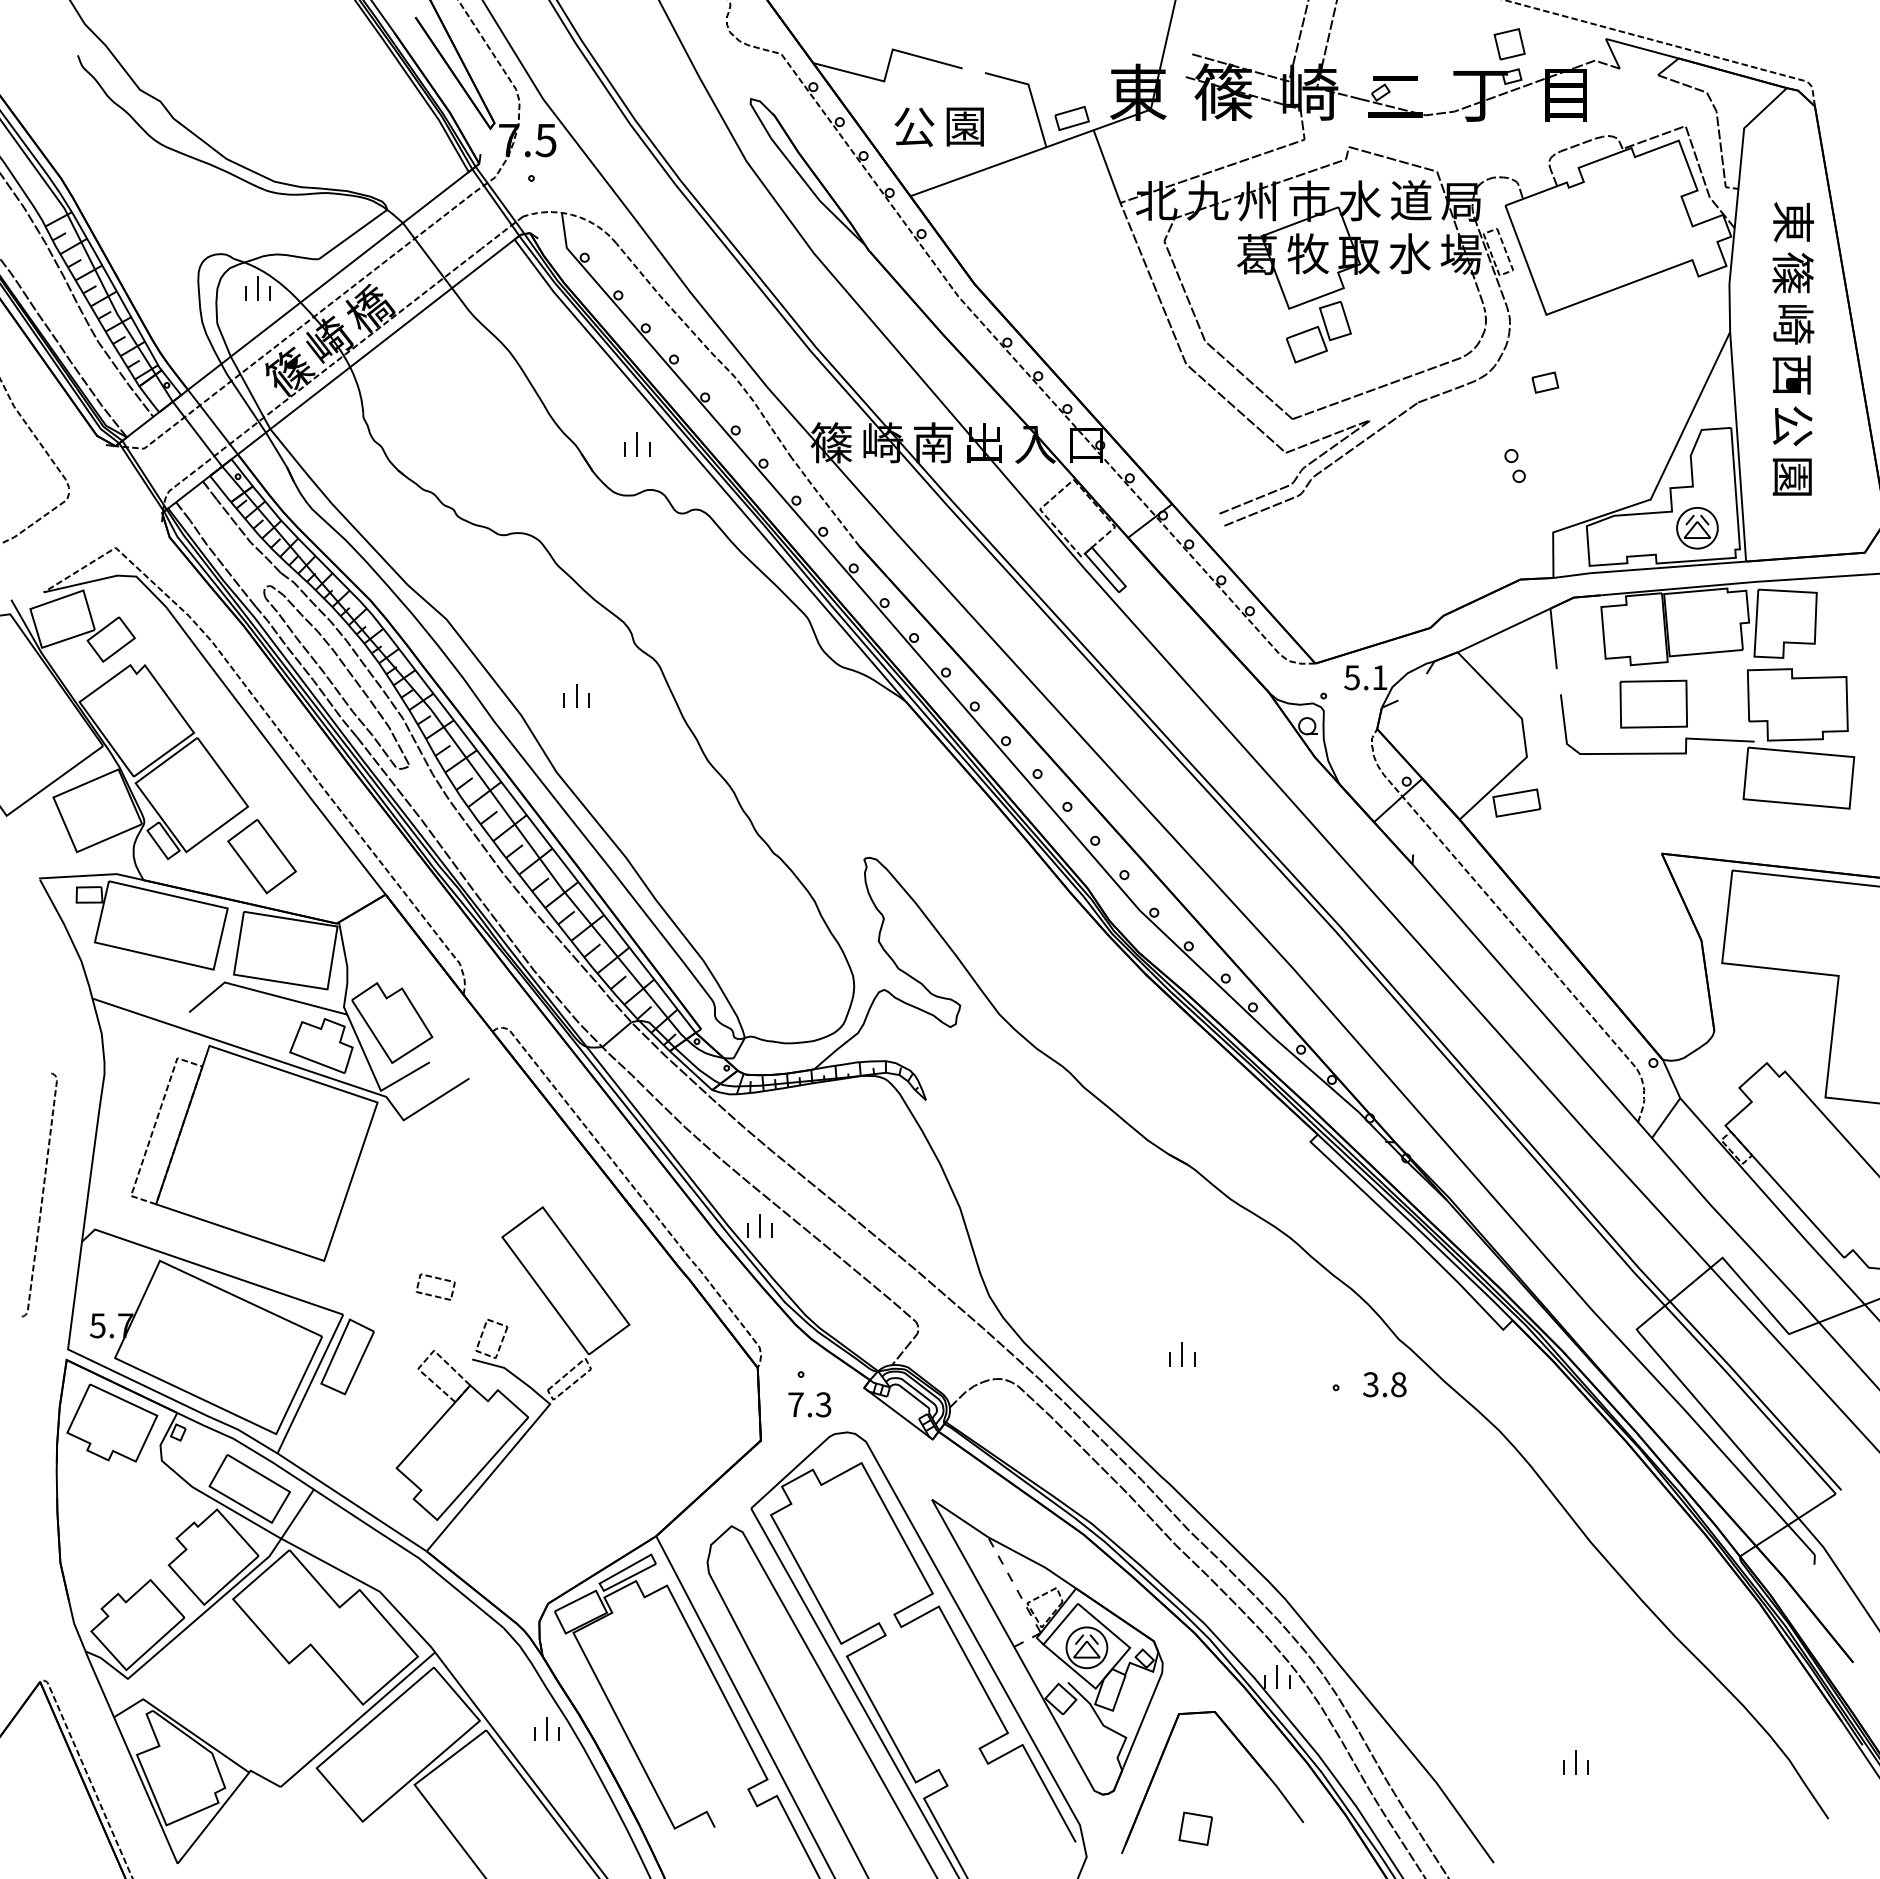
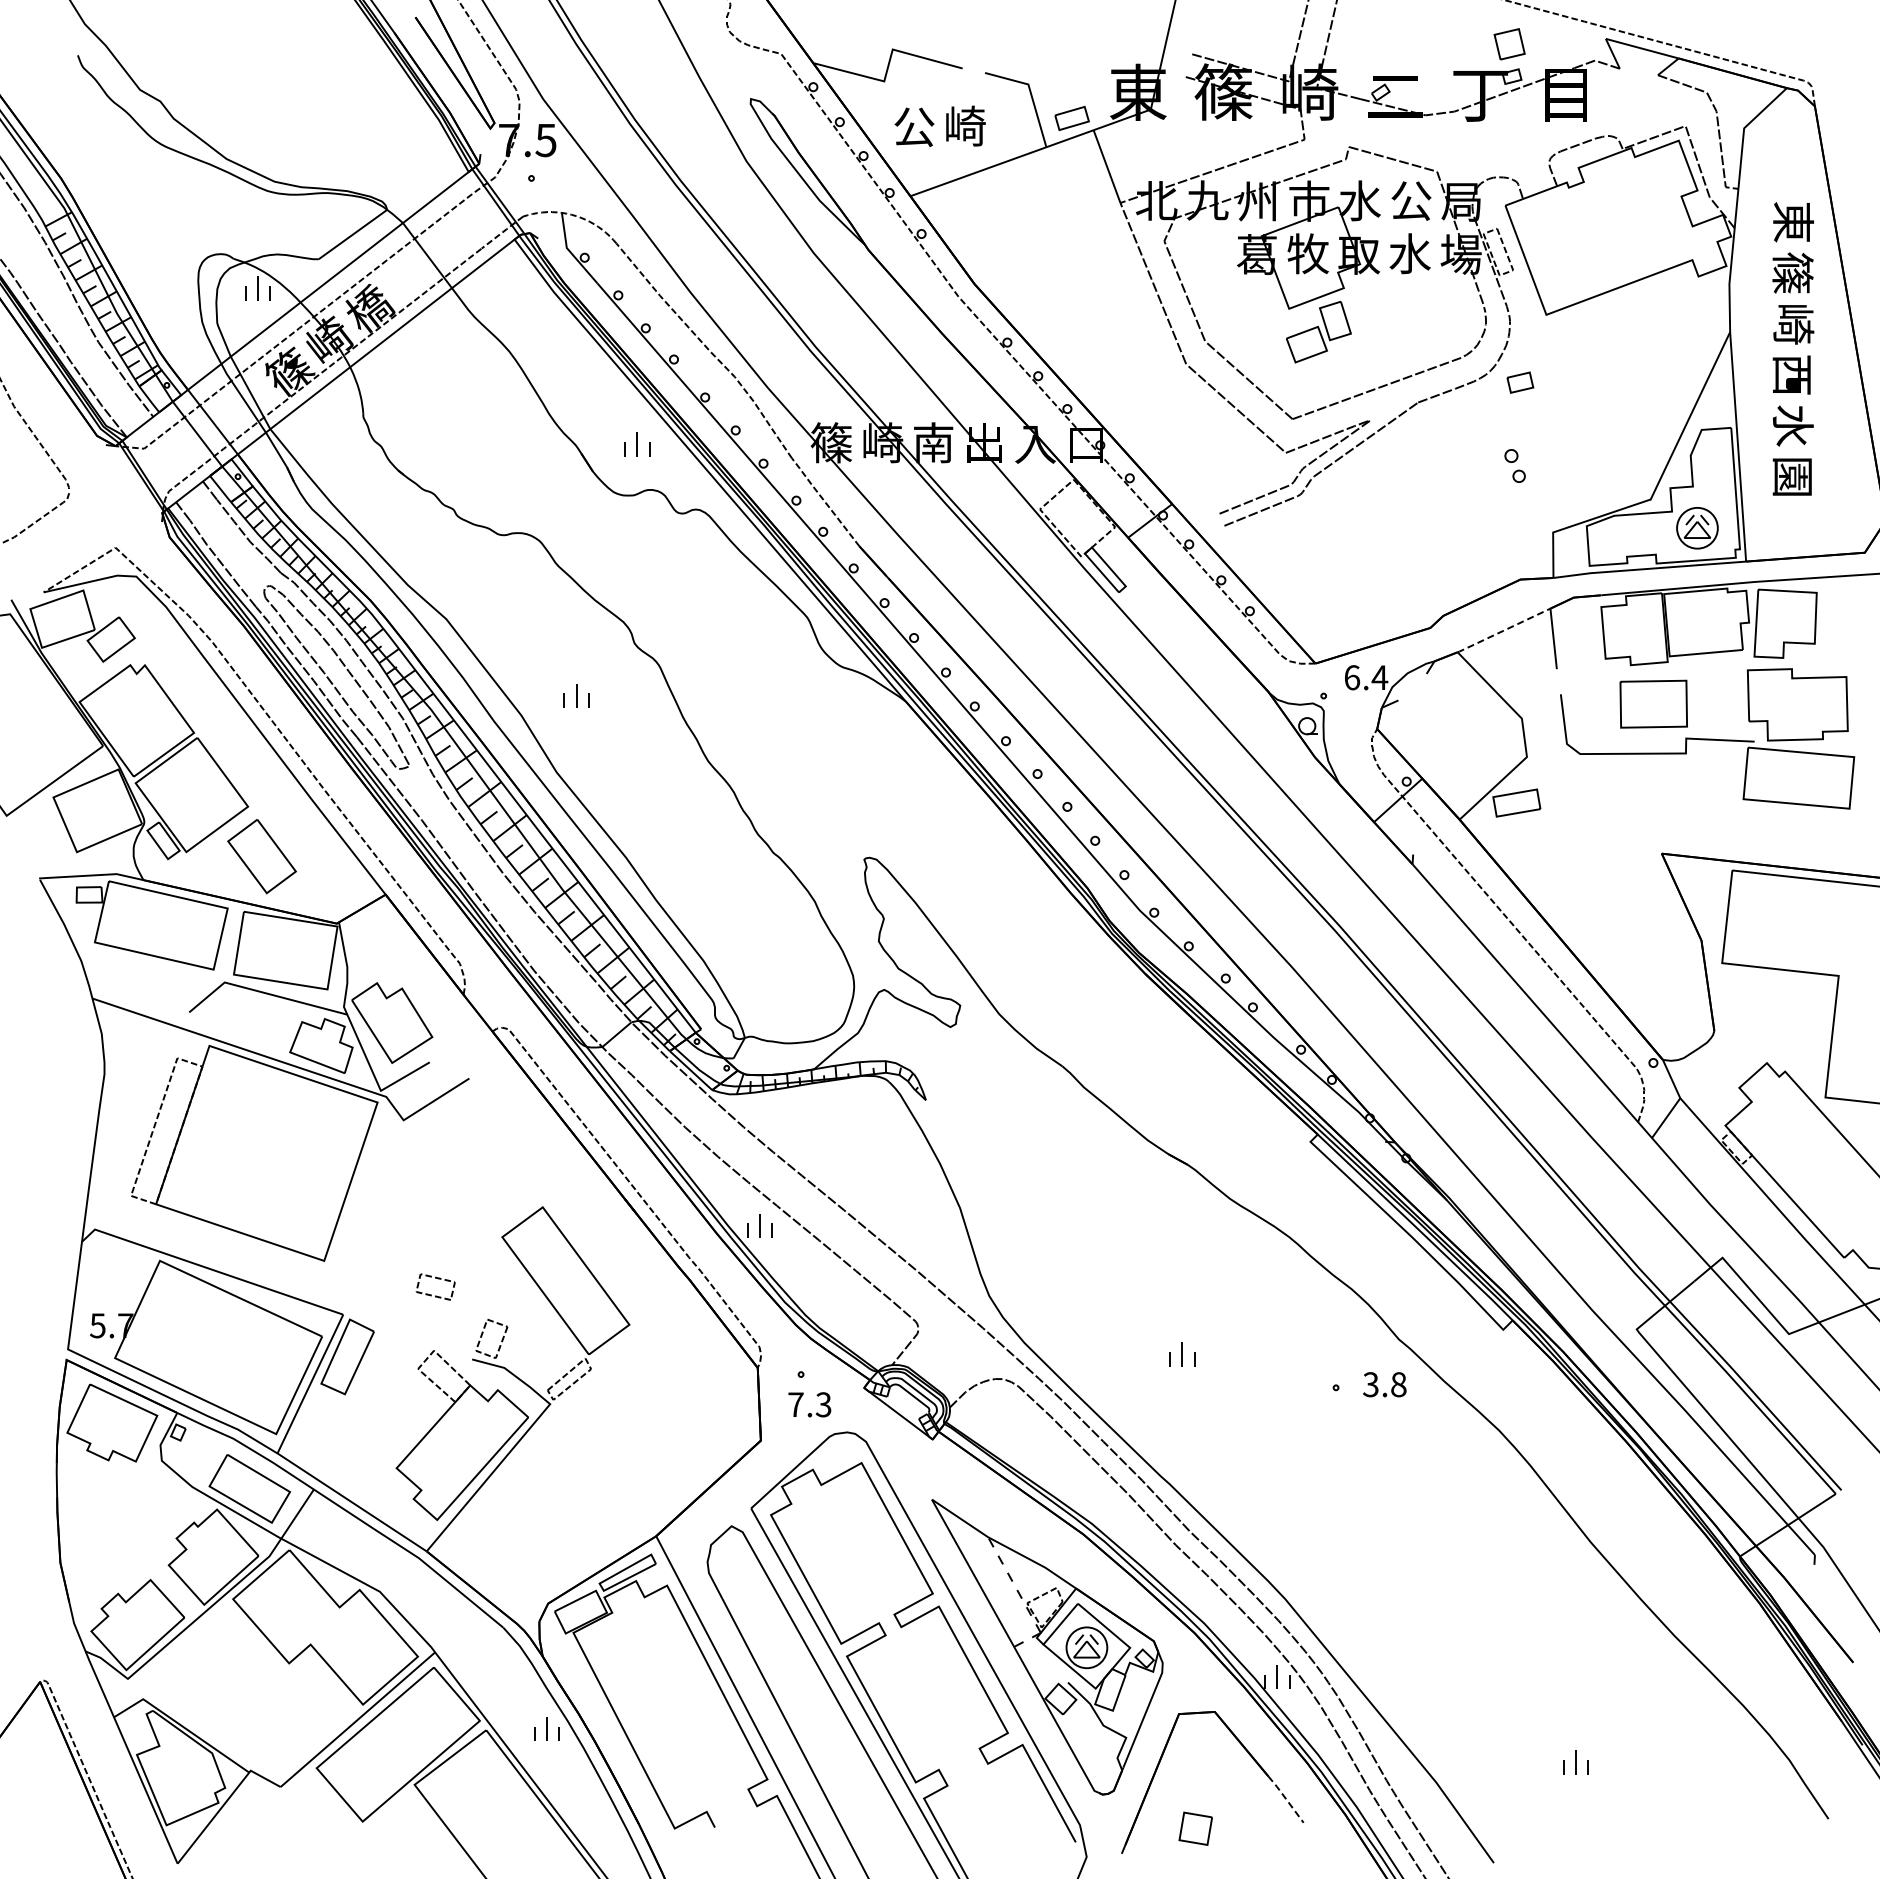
text at (965, 125): 園 -> 崎
text at (1410, 200): 道 -> 公
part at (1545, 382) position: (1545, 382) -> (1520, 382)
text at (1793, 425): 公 -> 水
line at (1502, 631): solid -> dashed
text at (1366, 677): 5.1 -> 6.4
curve at (42, 1193): present -> none
line at (1285, 1798): solid -> dashed
